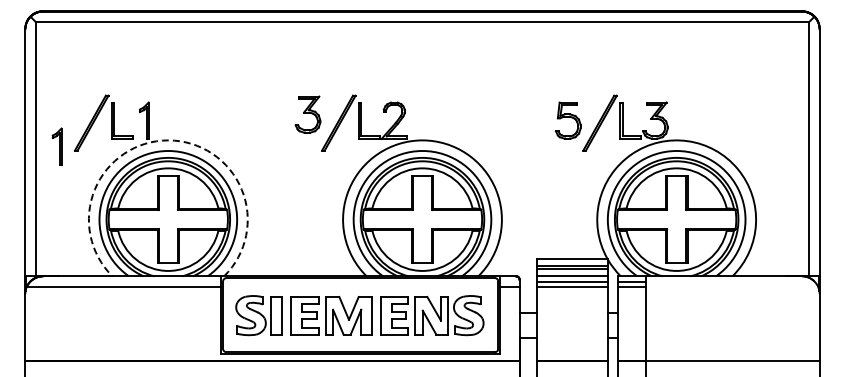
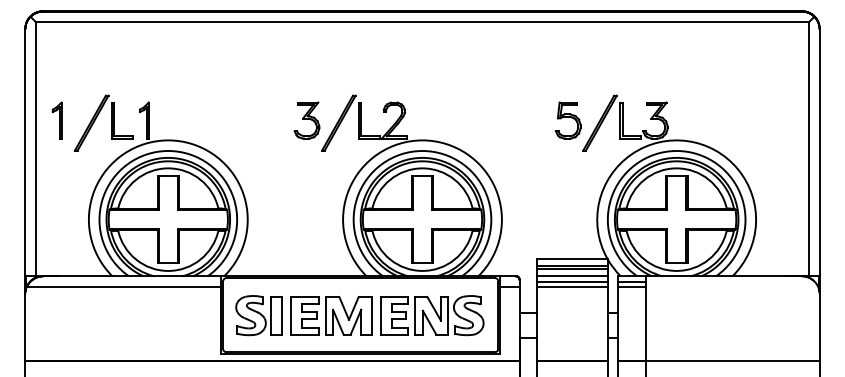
part at (307, 114) position: (307, 114) -> (306, 120)
arc at (168, 140): dashed -> solid
part at (56, 146) position: (56, 146) -> (56, 120)
